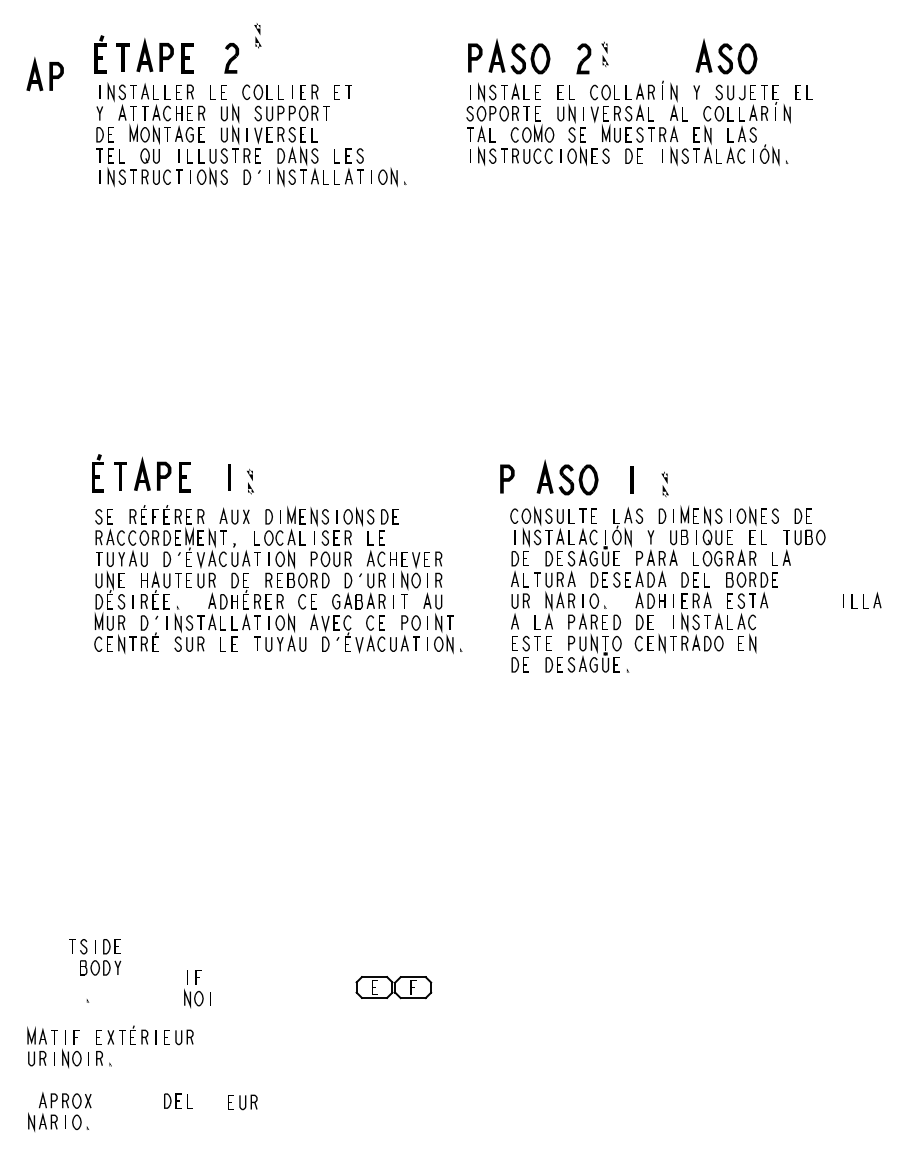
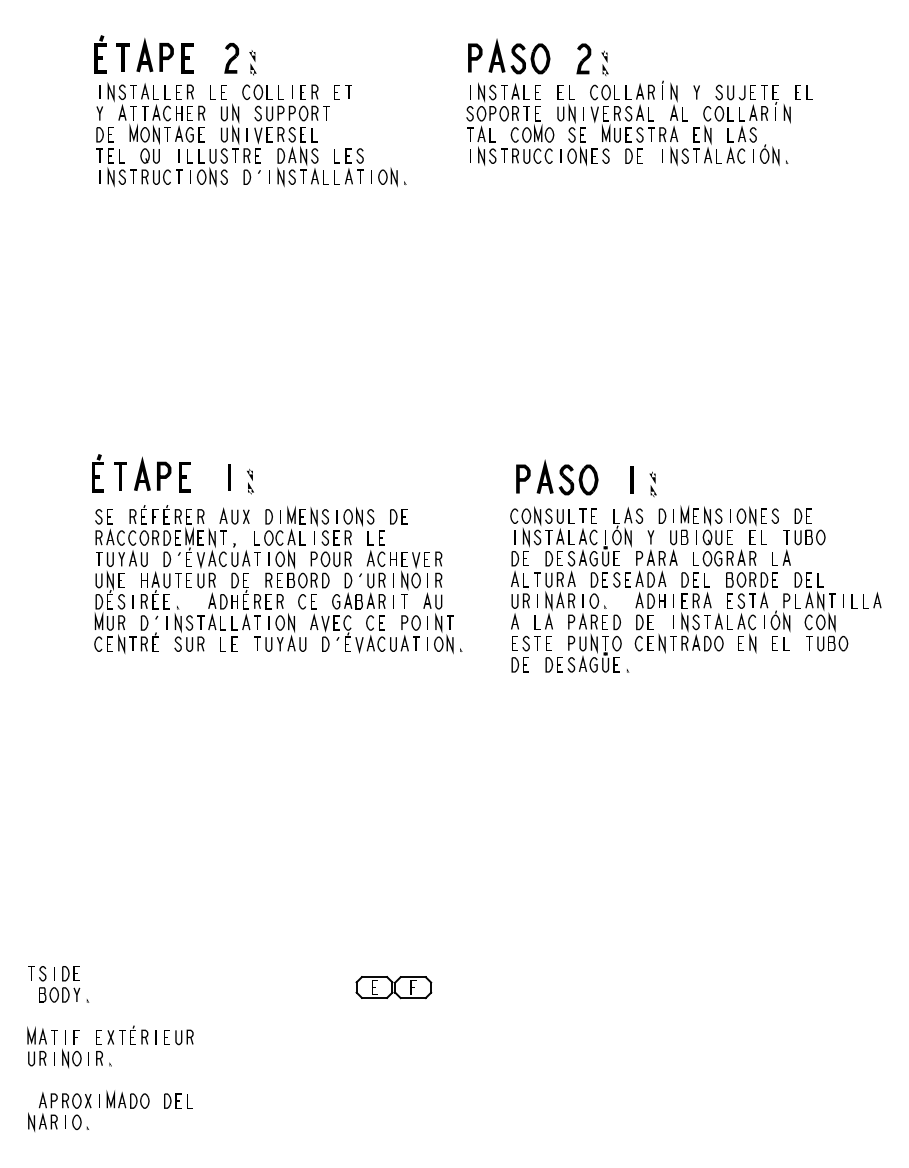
part at (257, 35) position: (257, 35) -> (252, 62)
part at (604, 54) position: (604, 54) -> (604, 63)
part at (726, 56): present -> none
part at (44, 73): present -> none
curve at (507, 478) position: (507, 478) -> (523, 478)
part at (664, 484) position: (664, 484) -> (652, 484)
part at (389, 516) position: (389, 516) -> (398, 516)
line at (537, 600): none -> present
part at (806, 611): none -> present
part at (95, 957) position: (95, 957) -> (54, 984)
part at (197, 989): present -> none
part at (124, 1099): none -> present
part at (242, 1102): present -> none
